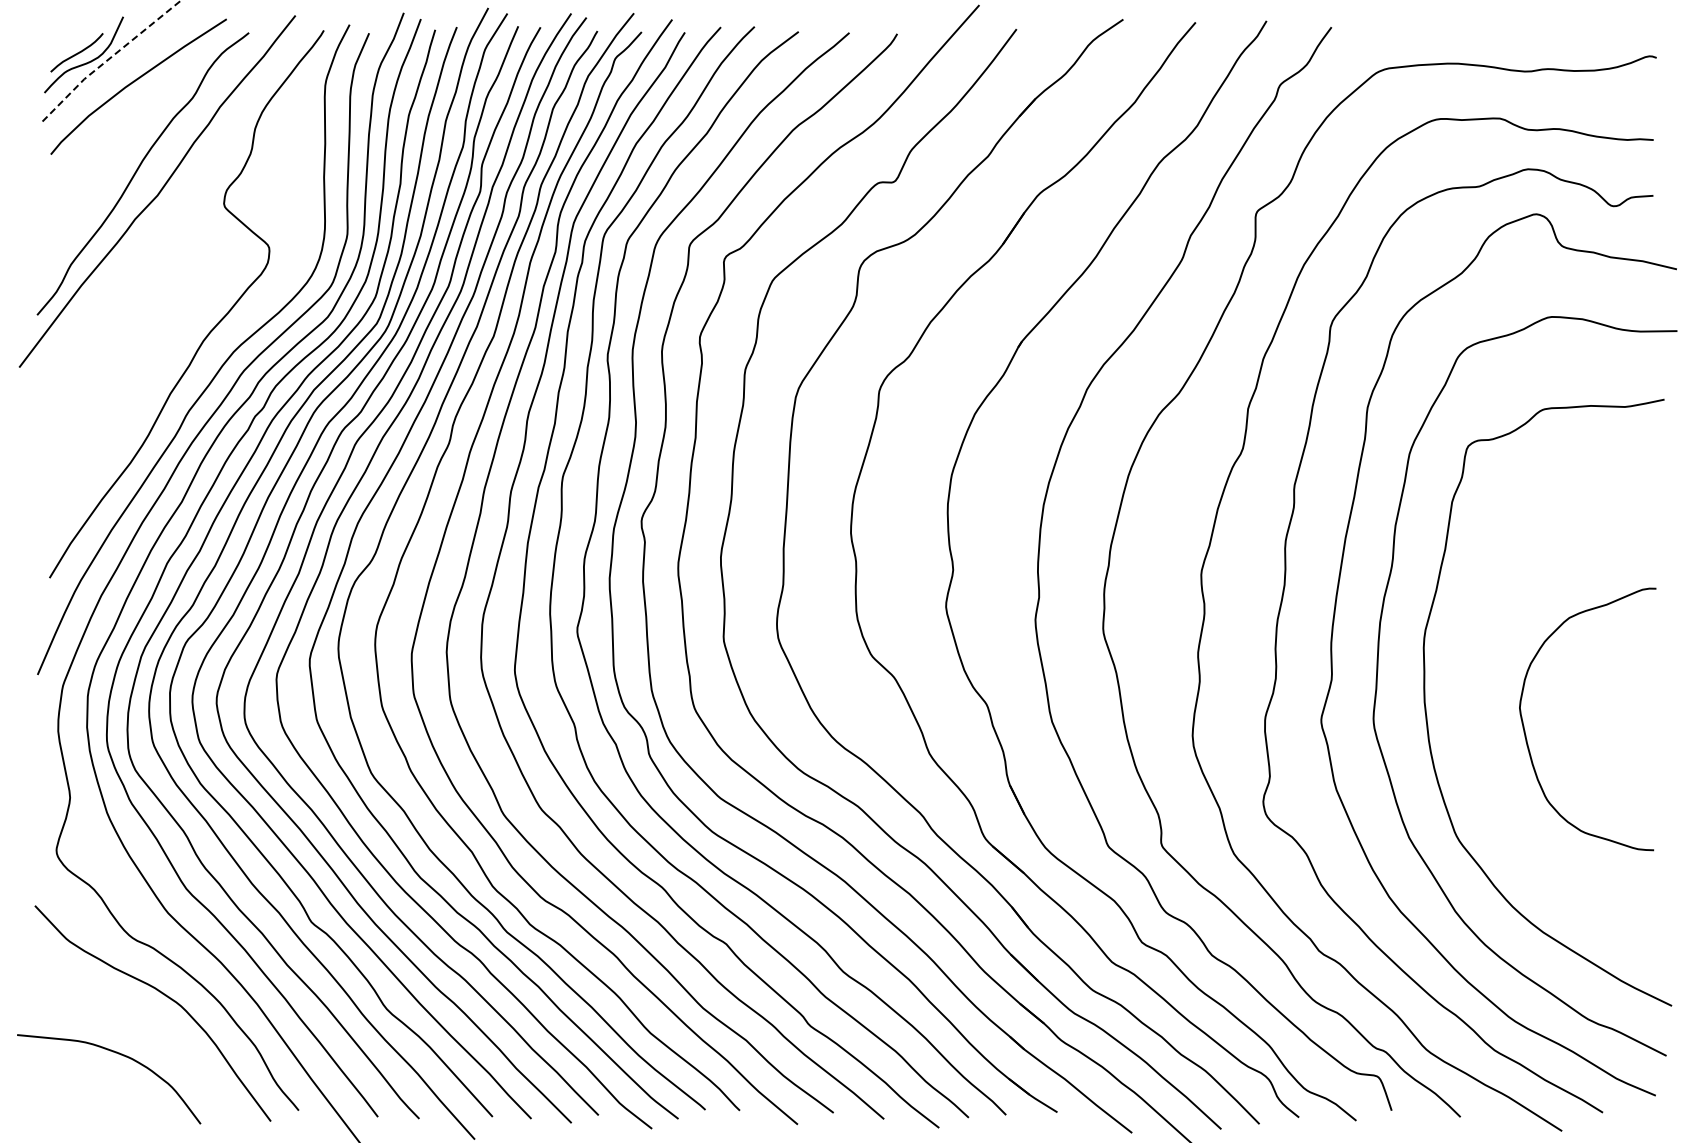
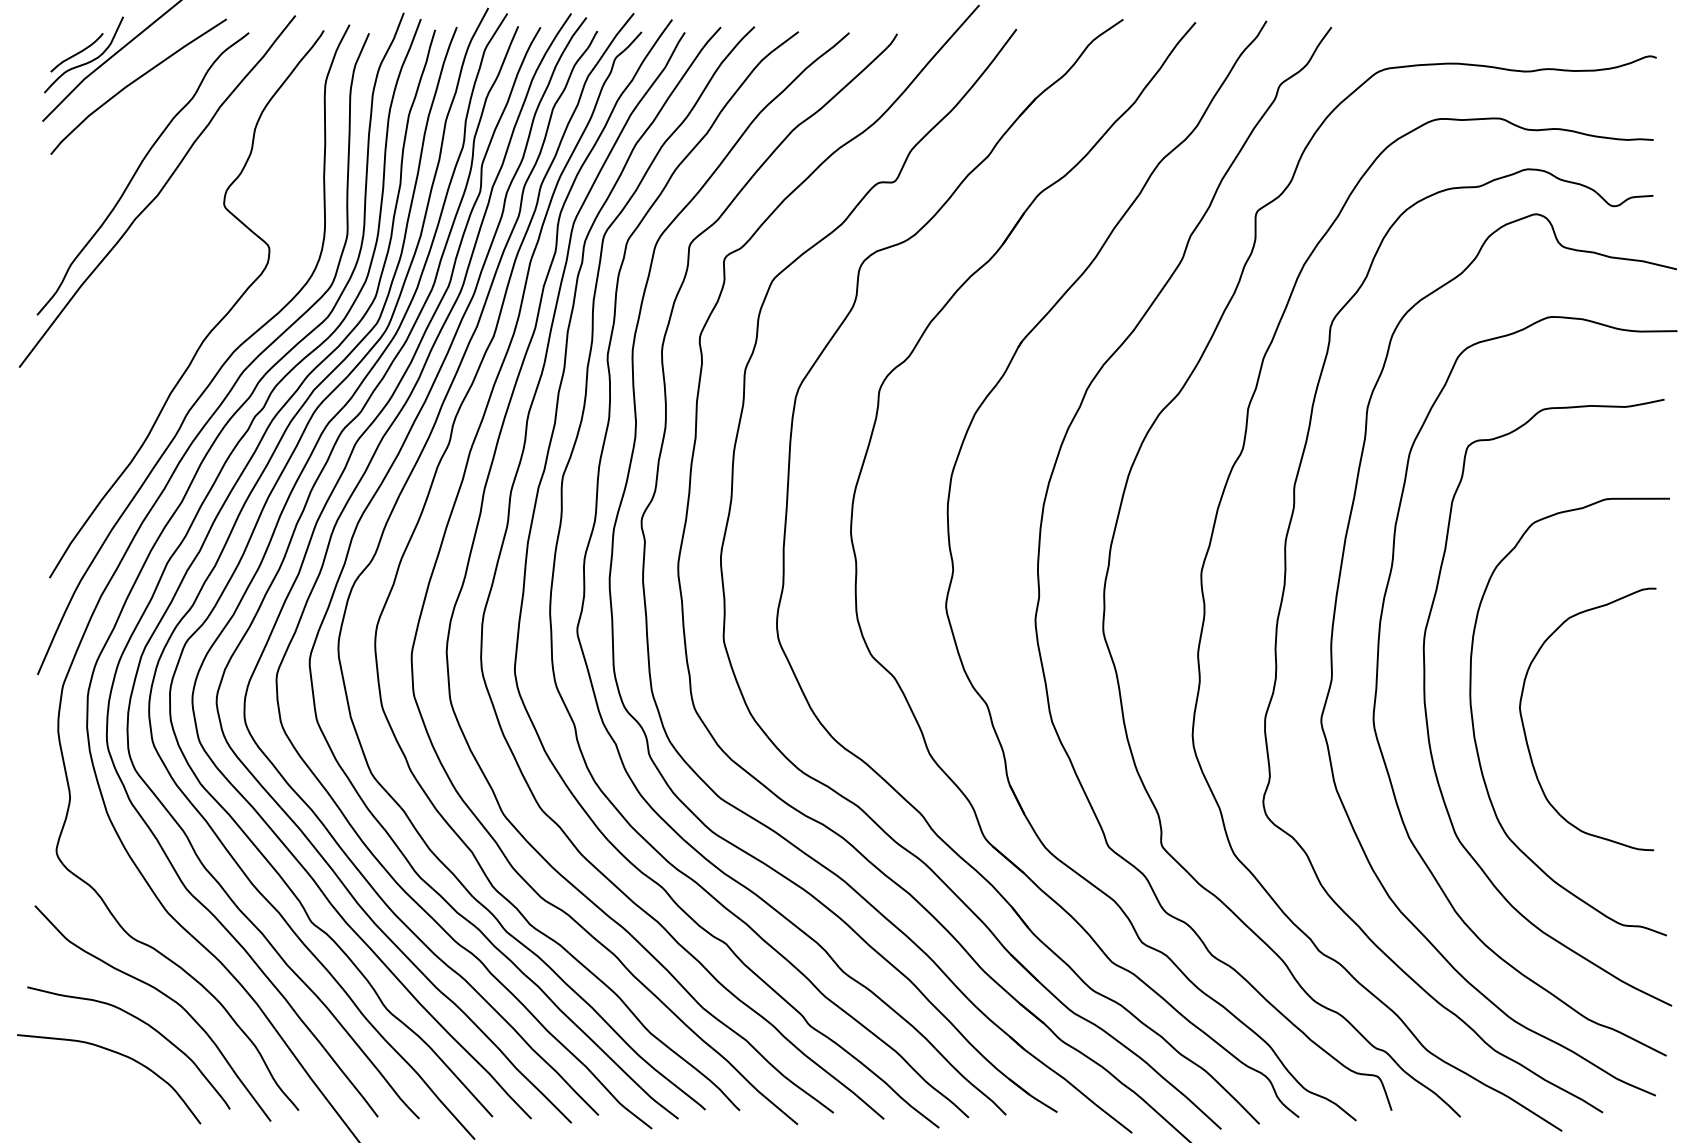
line at (109, 59): dashed -> solid
curve at (1474, 726): none -> present
curve at (145, 1024): none -> present
